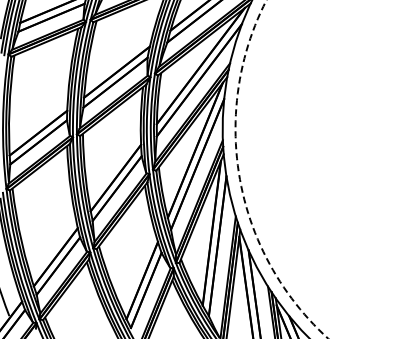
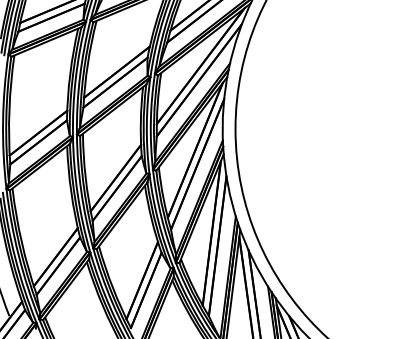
circle at (281, 169): dashed -> solid
